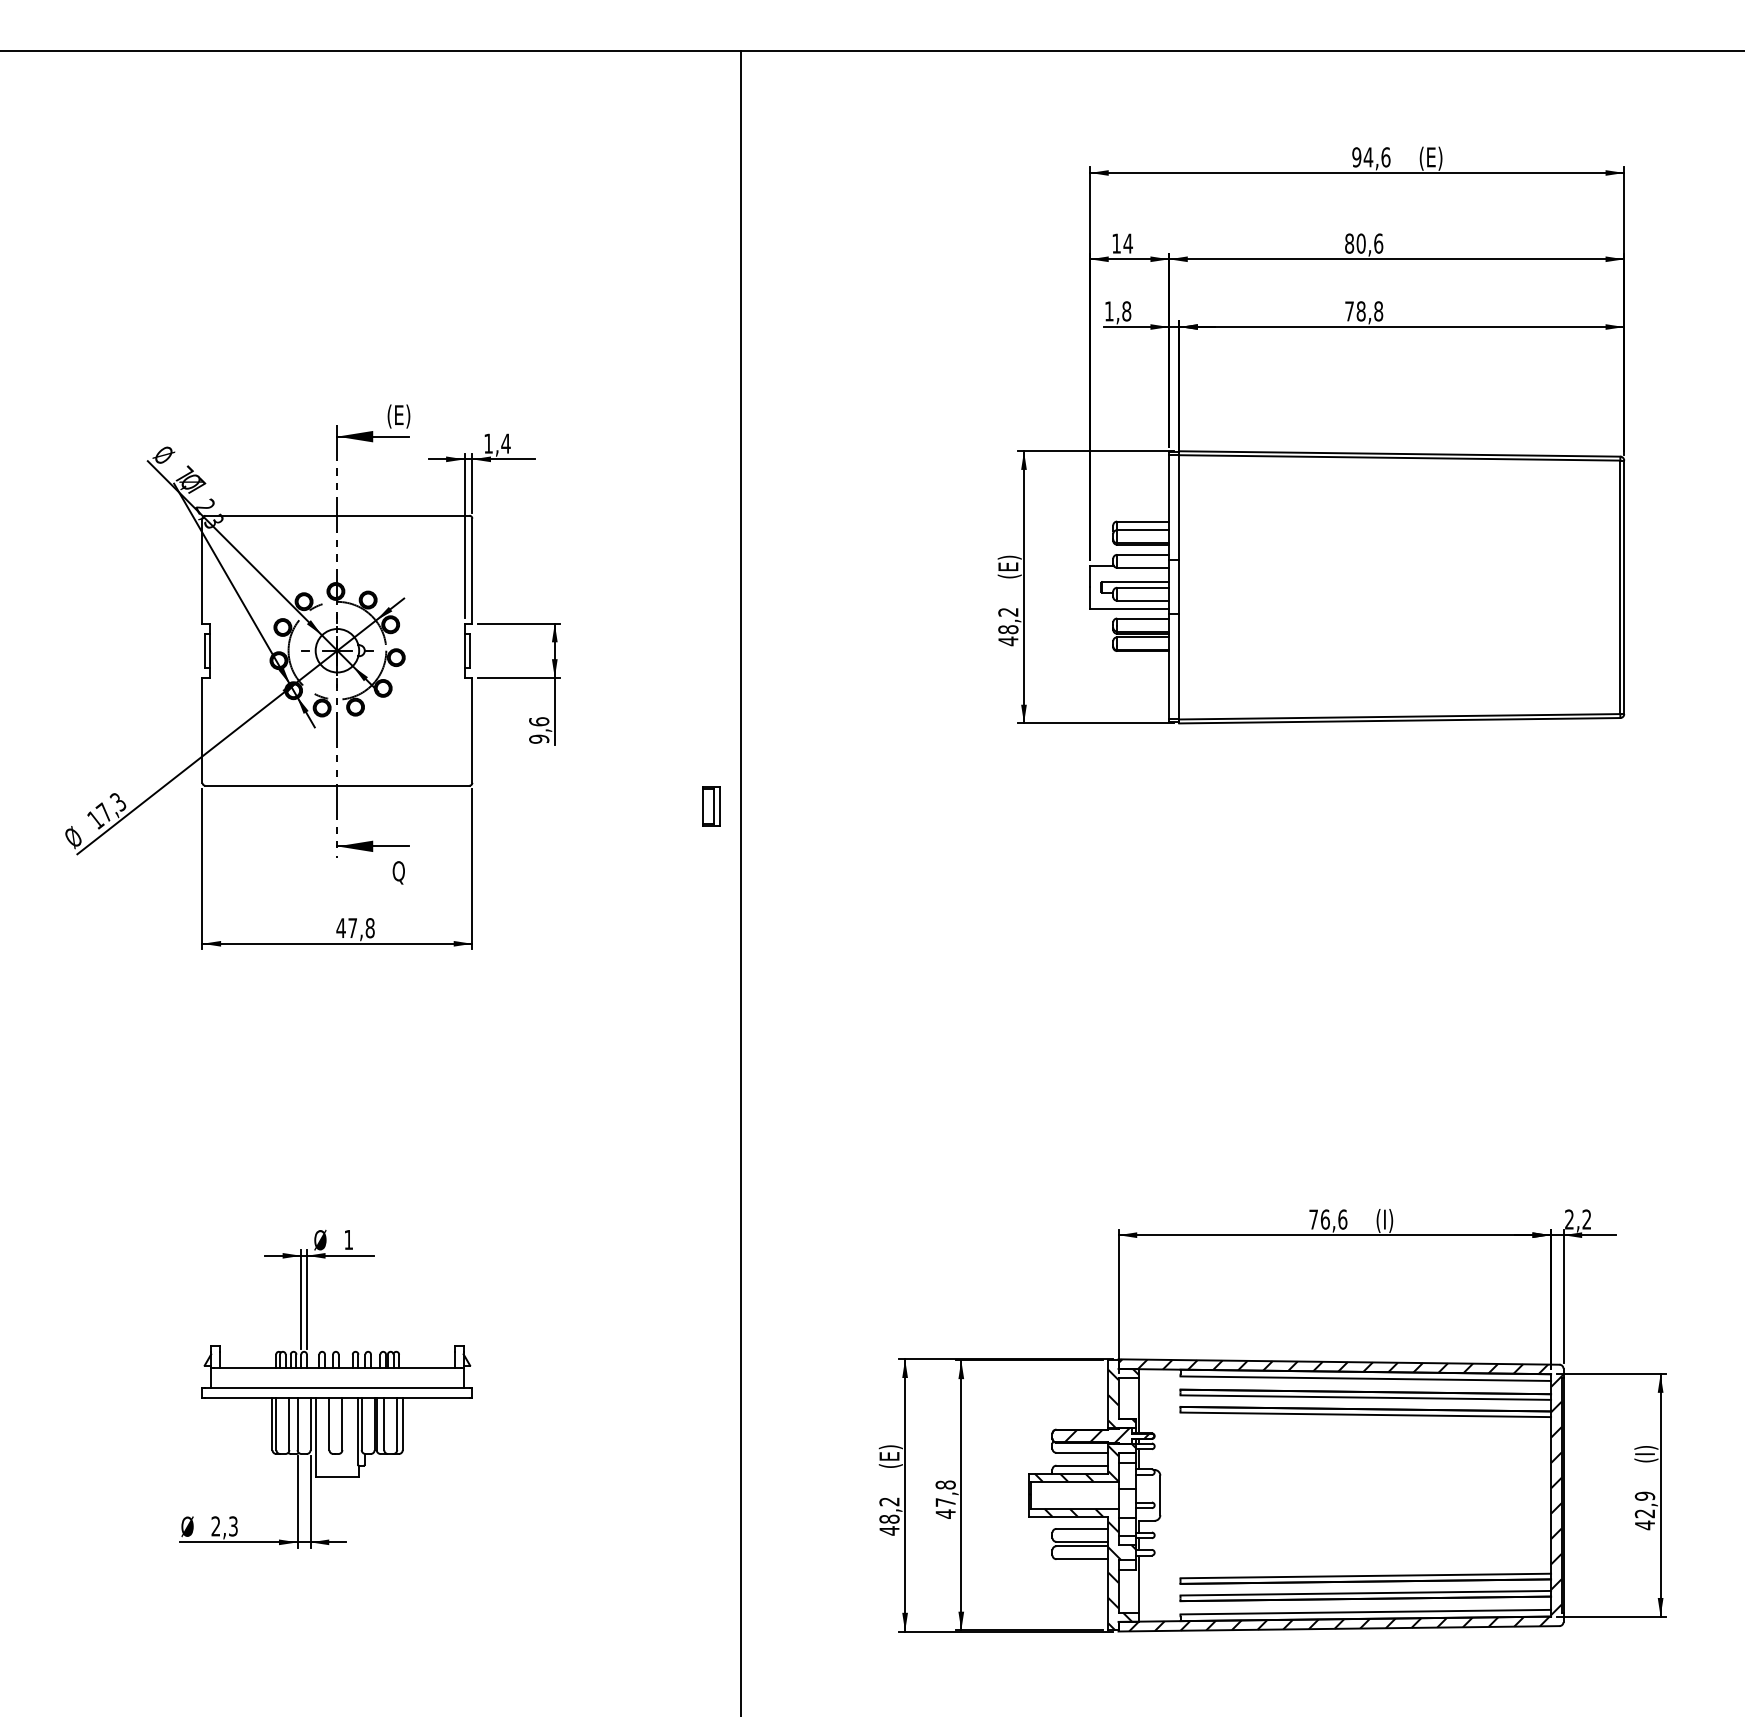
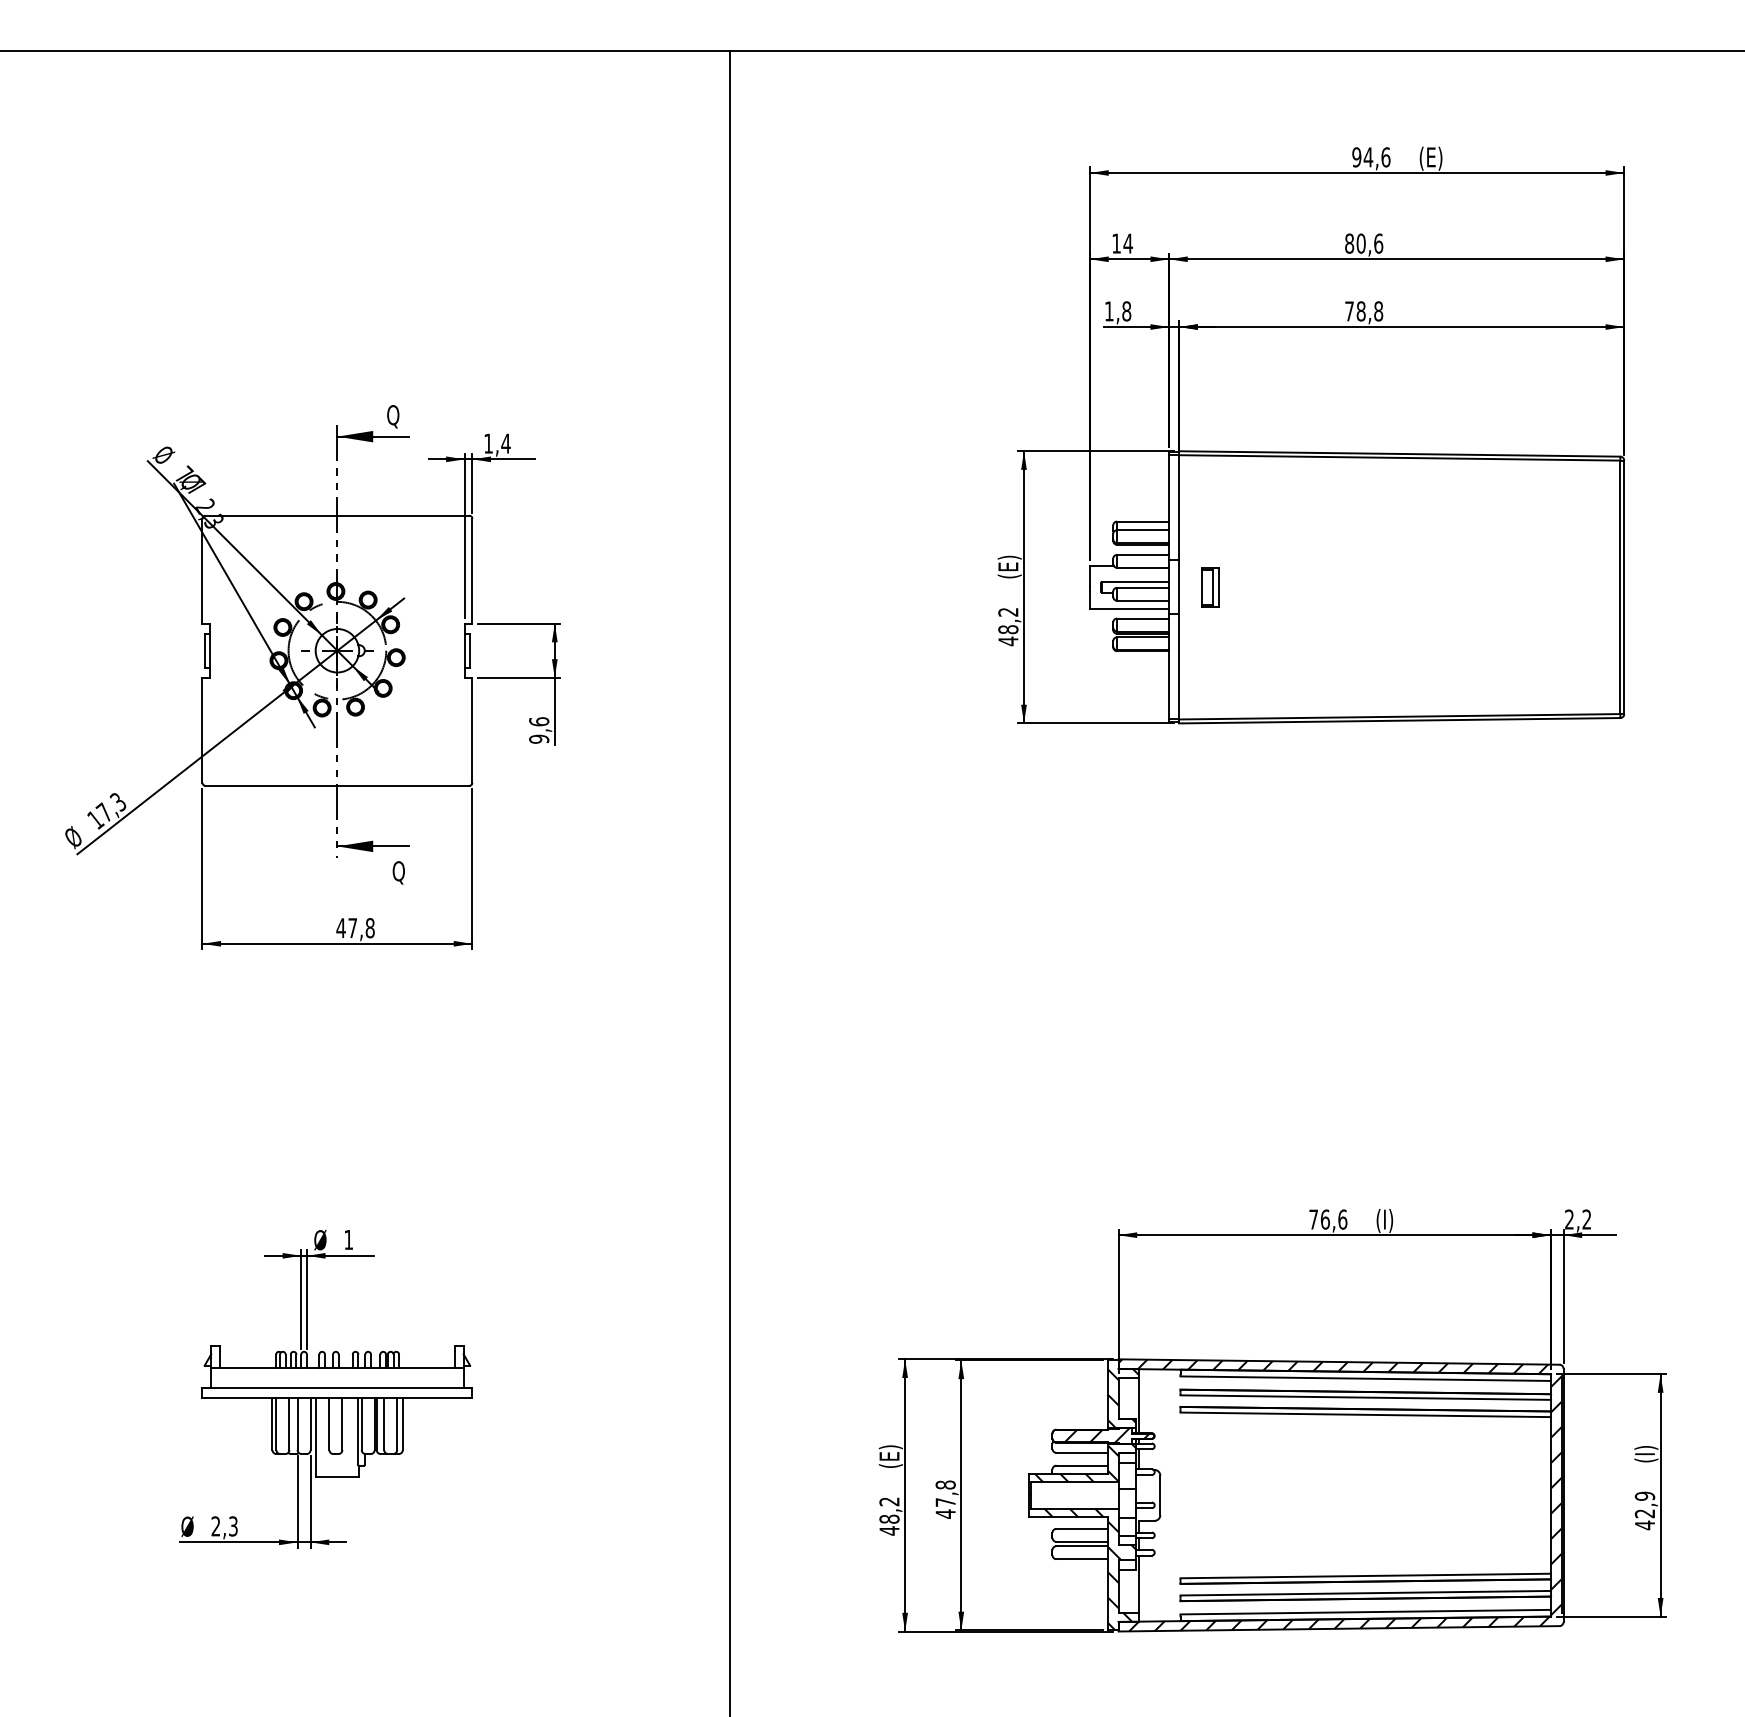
text at (398, 416): (E) -> Q
part at (711, 806) position: (711, 806) -> (1210, 587)
line at (741, 882) position: (741, 882) -> (730, 882)
